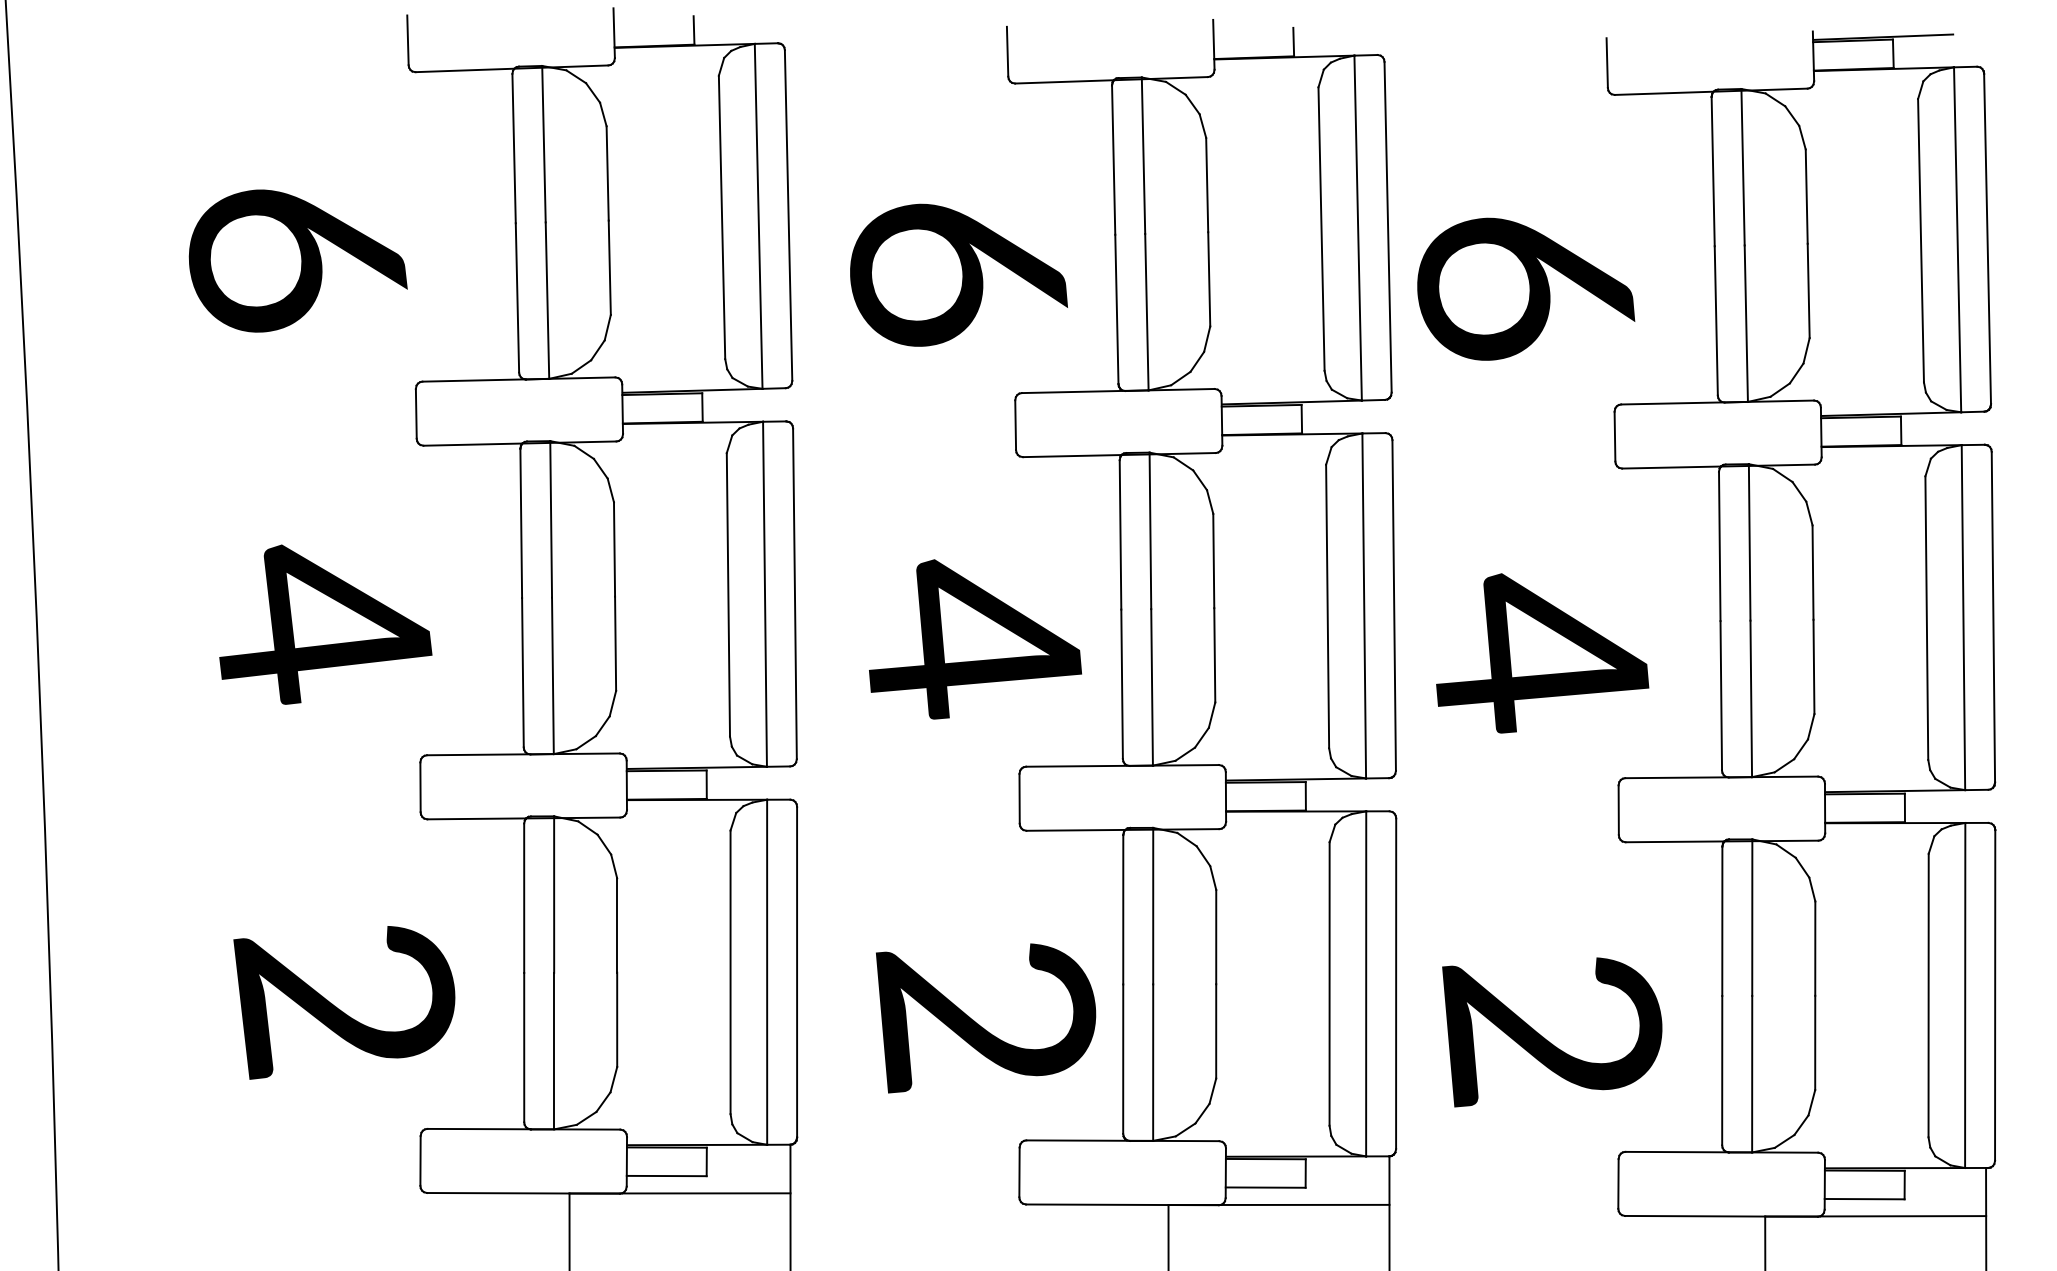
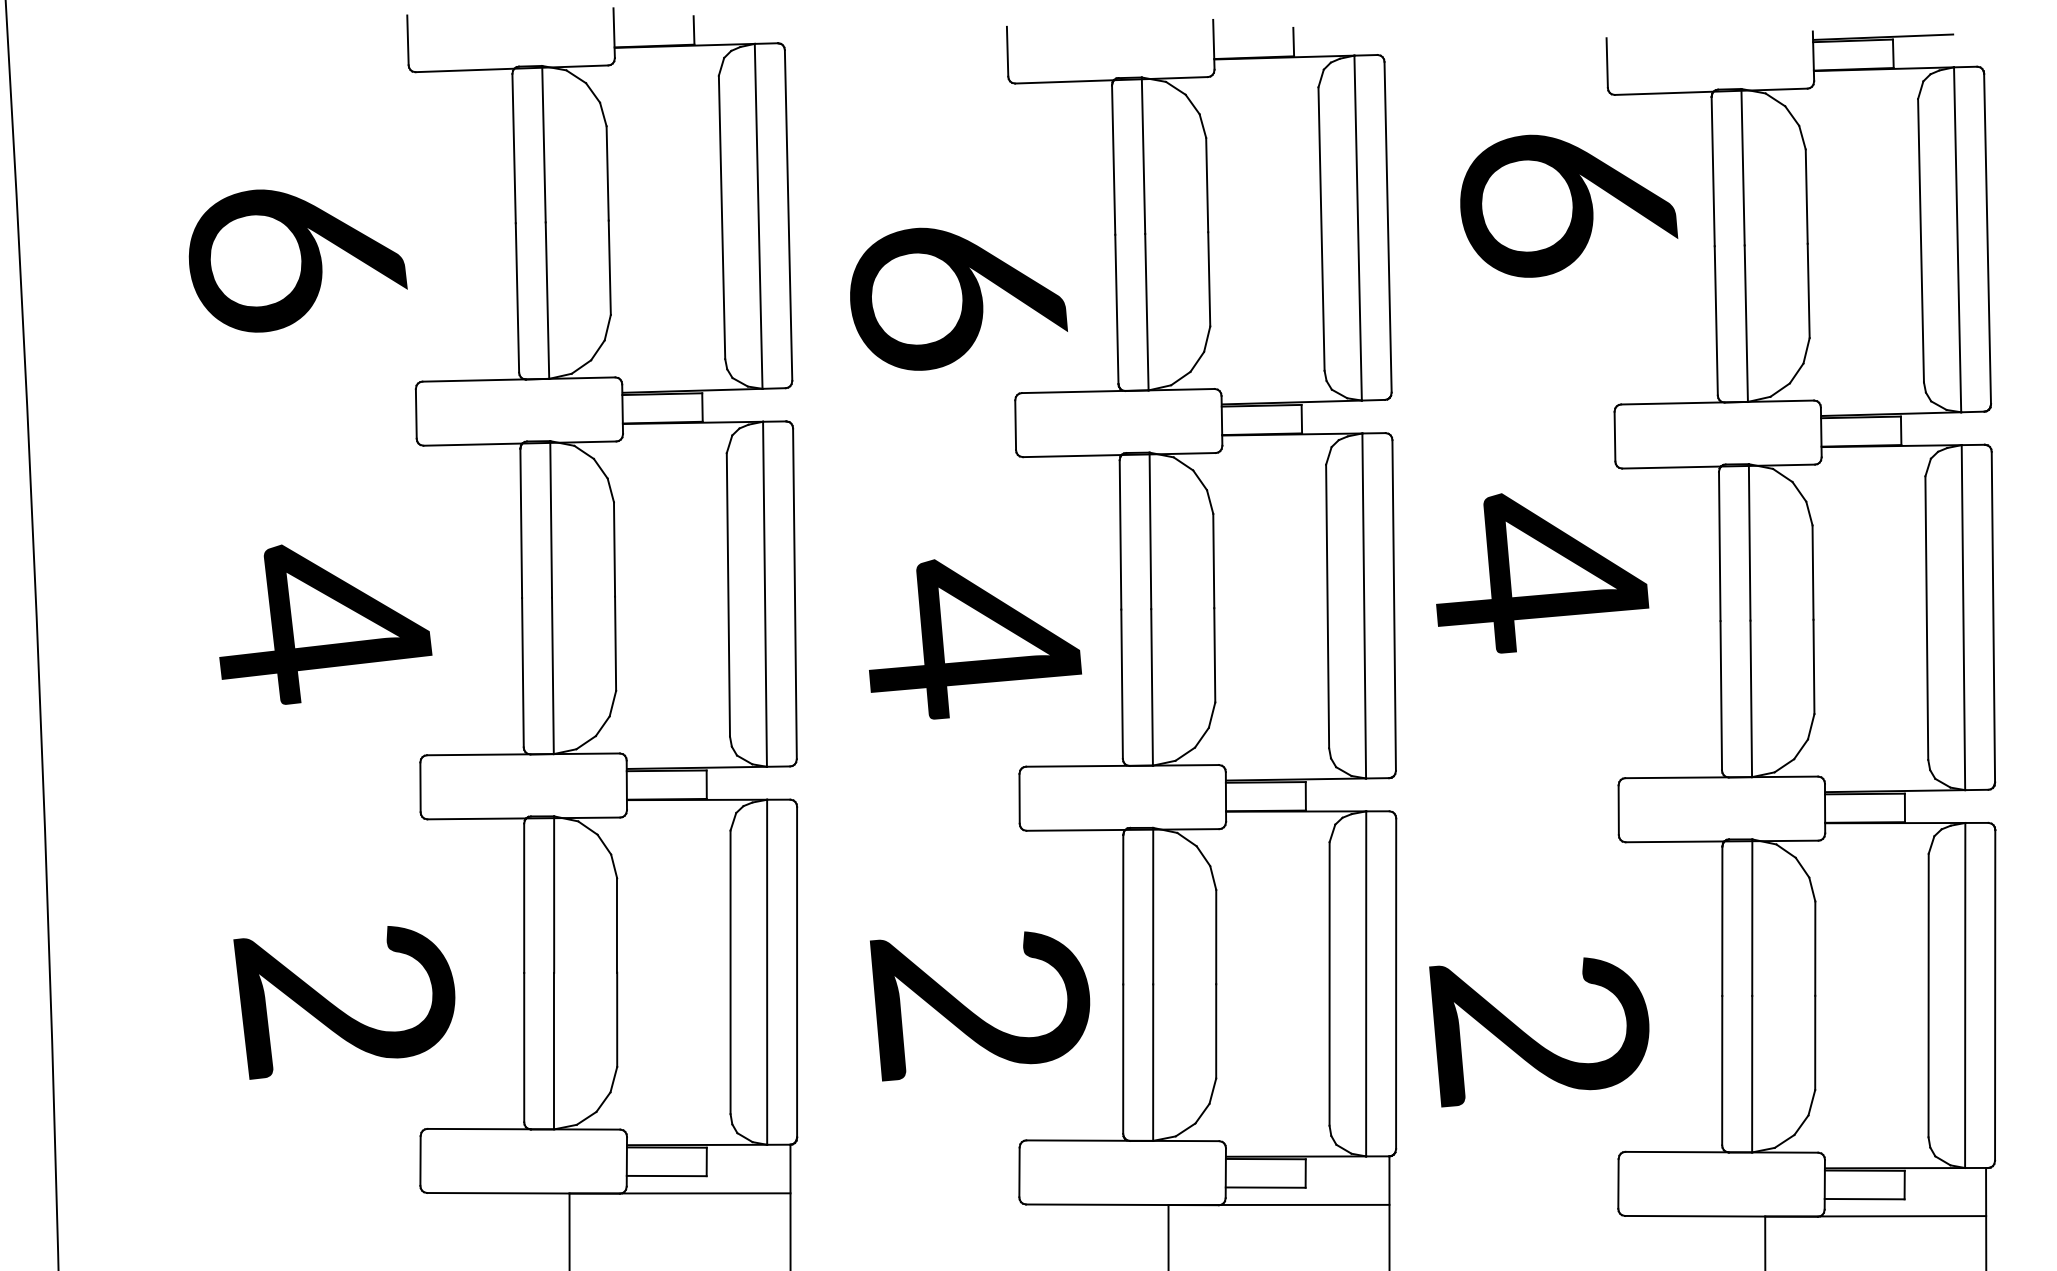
text at (958, 274) position: (958, 274) -> (958, 298)
text at (1526, 288) position: (1526, 288) -> (1569, 205)
text at (1542, 653) position: (1542, 653) -> (1542, 573)
text at (986, 1018) position: (986, 1018) -> (980, 1006)
text at (1552, 1032) position: (1552, 1032) -> (1539, 1032)
